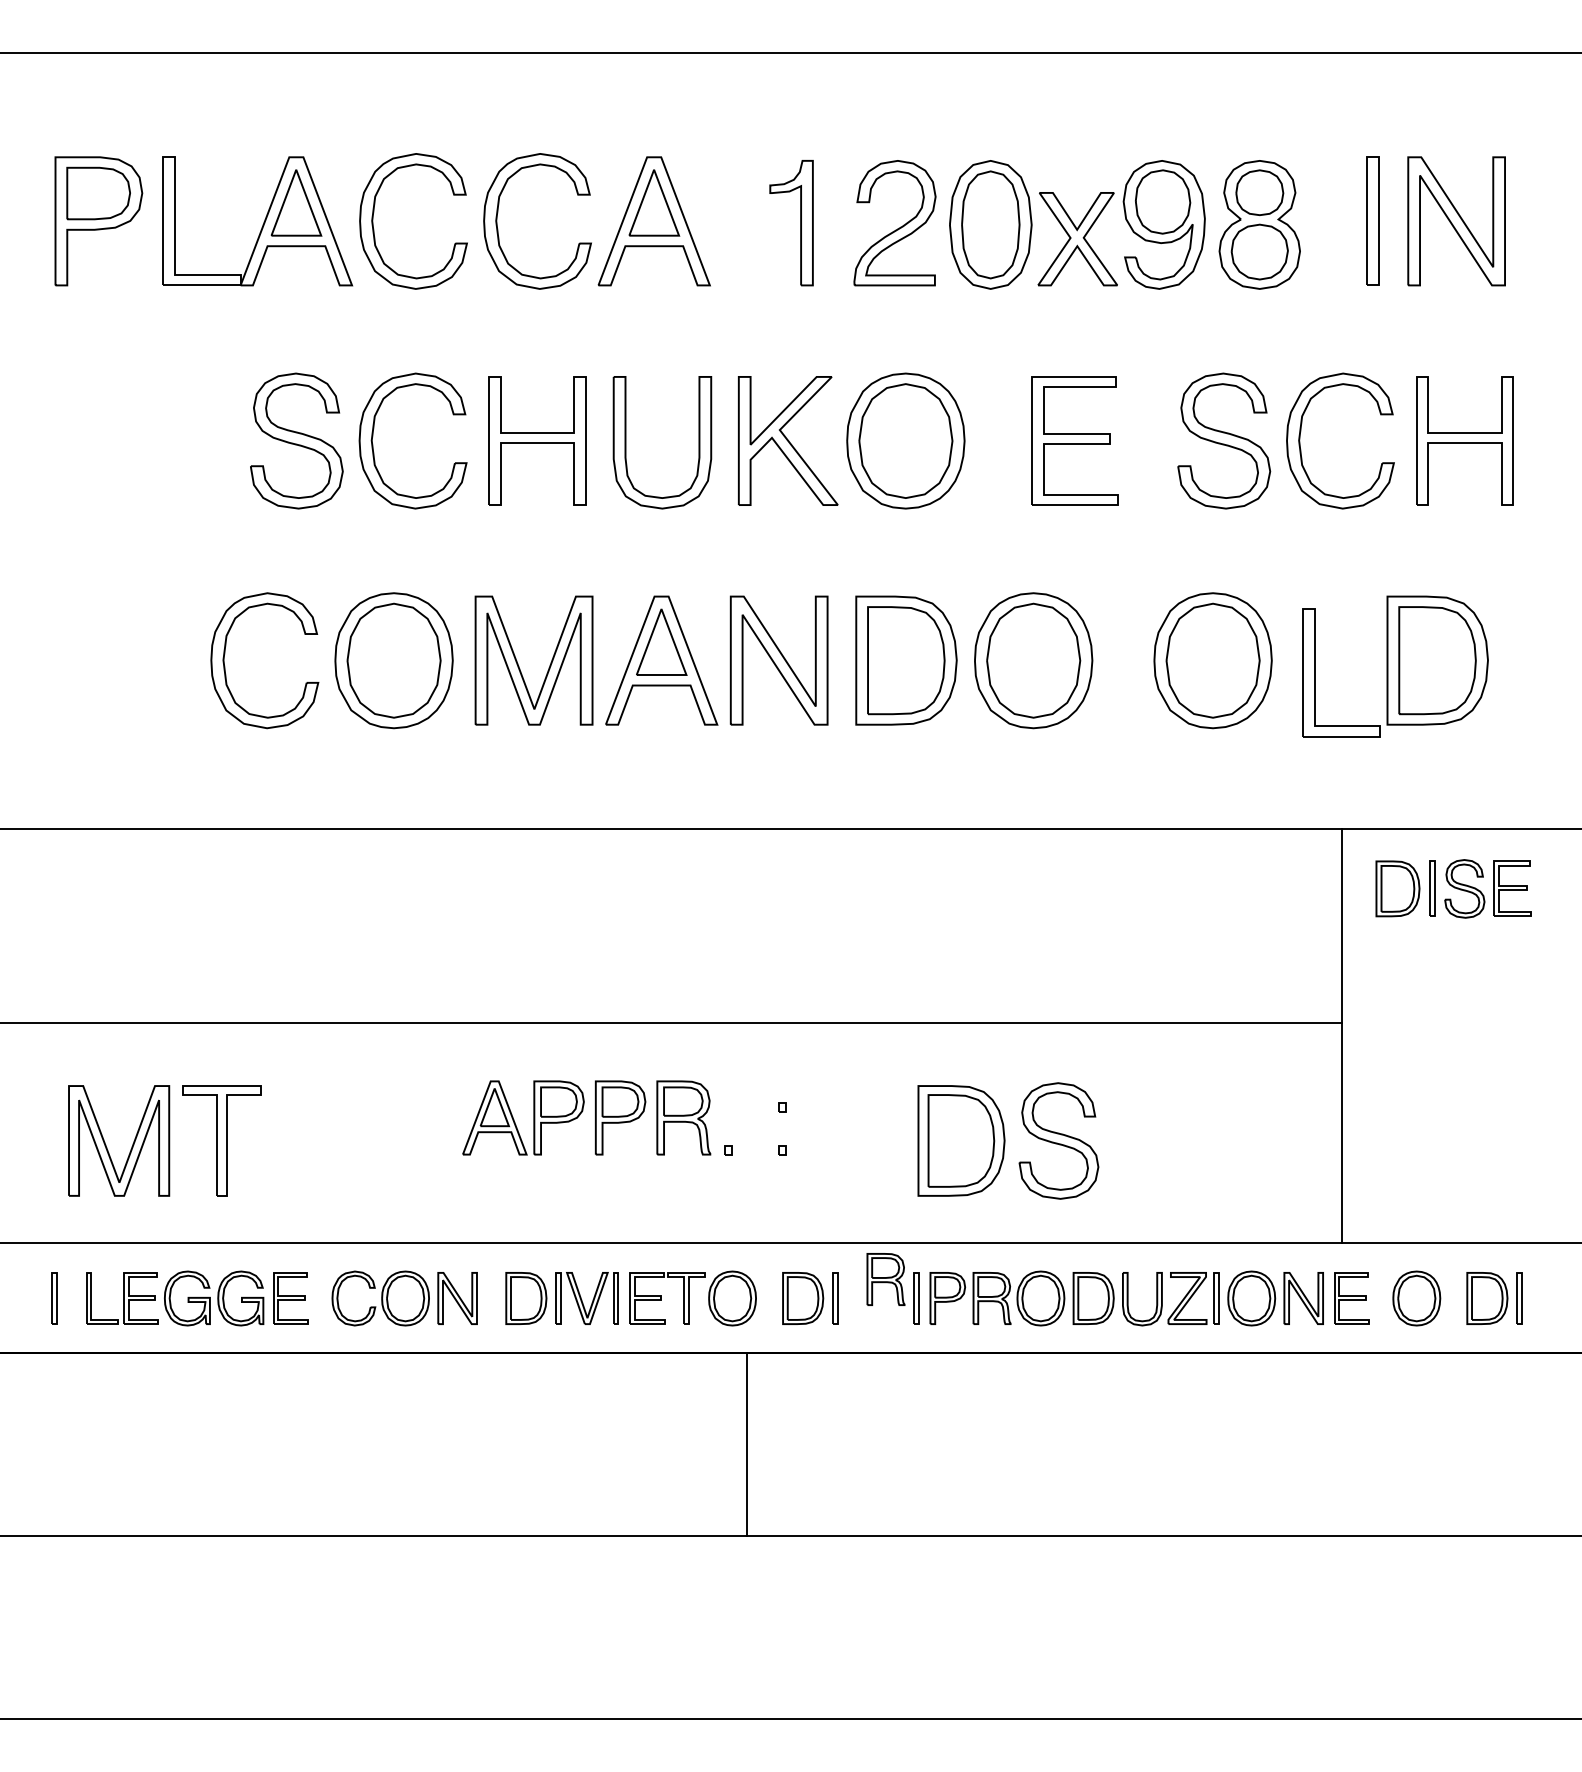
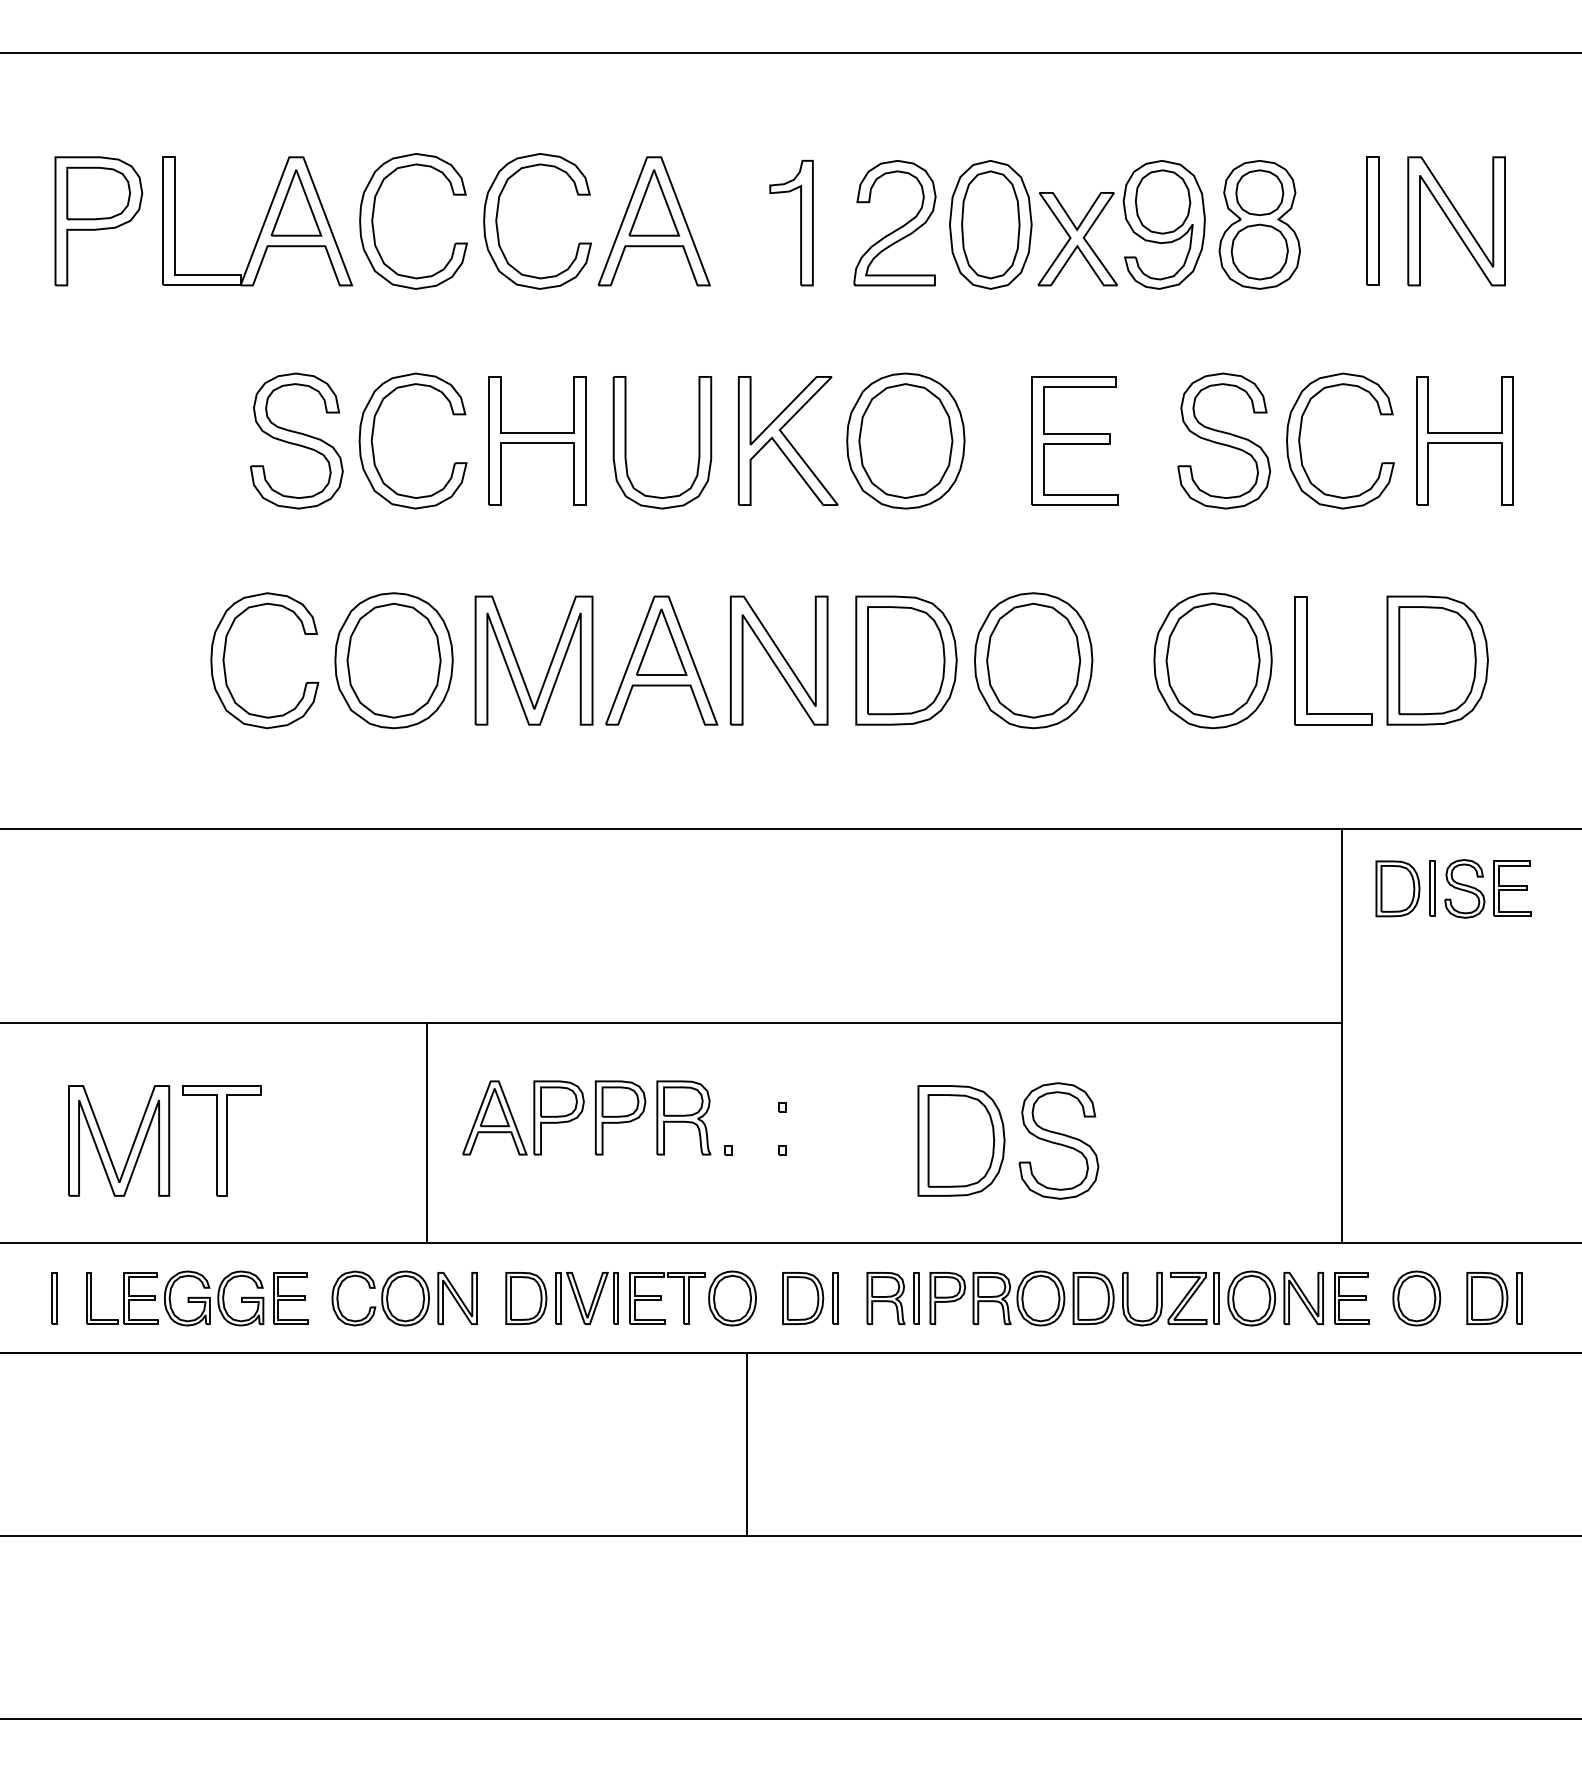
part at (1315, 672) position: (1315, 672) -> (1307, 660)
line at (426, 1132): none -> present
part at (885, 1279) position: (885, 1279) -> (885, 1298)
